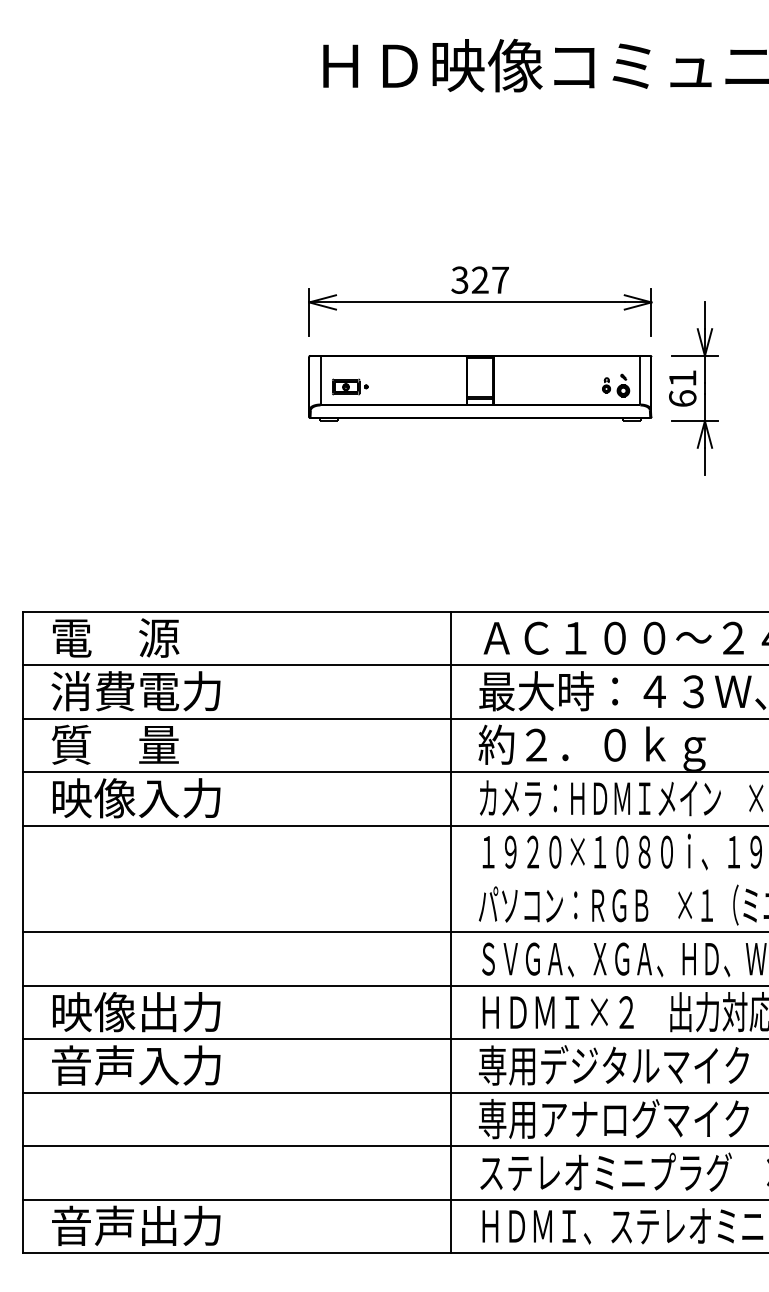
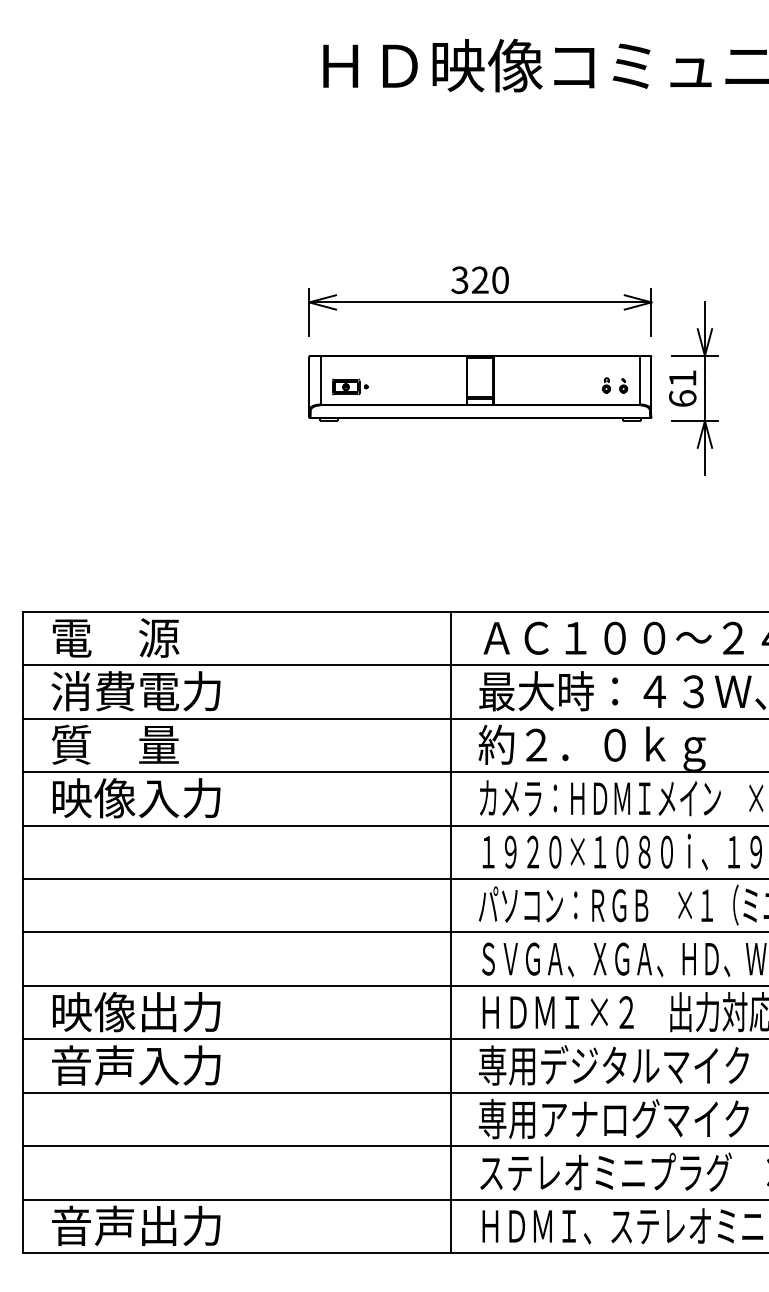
text at (500, 279): 327 -> 320
part at (623, 385) size: 15x25 px -> 10x16 px
line at (393, 878): none -> present
